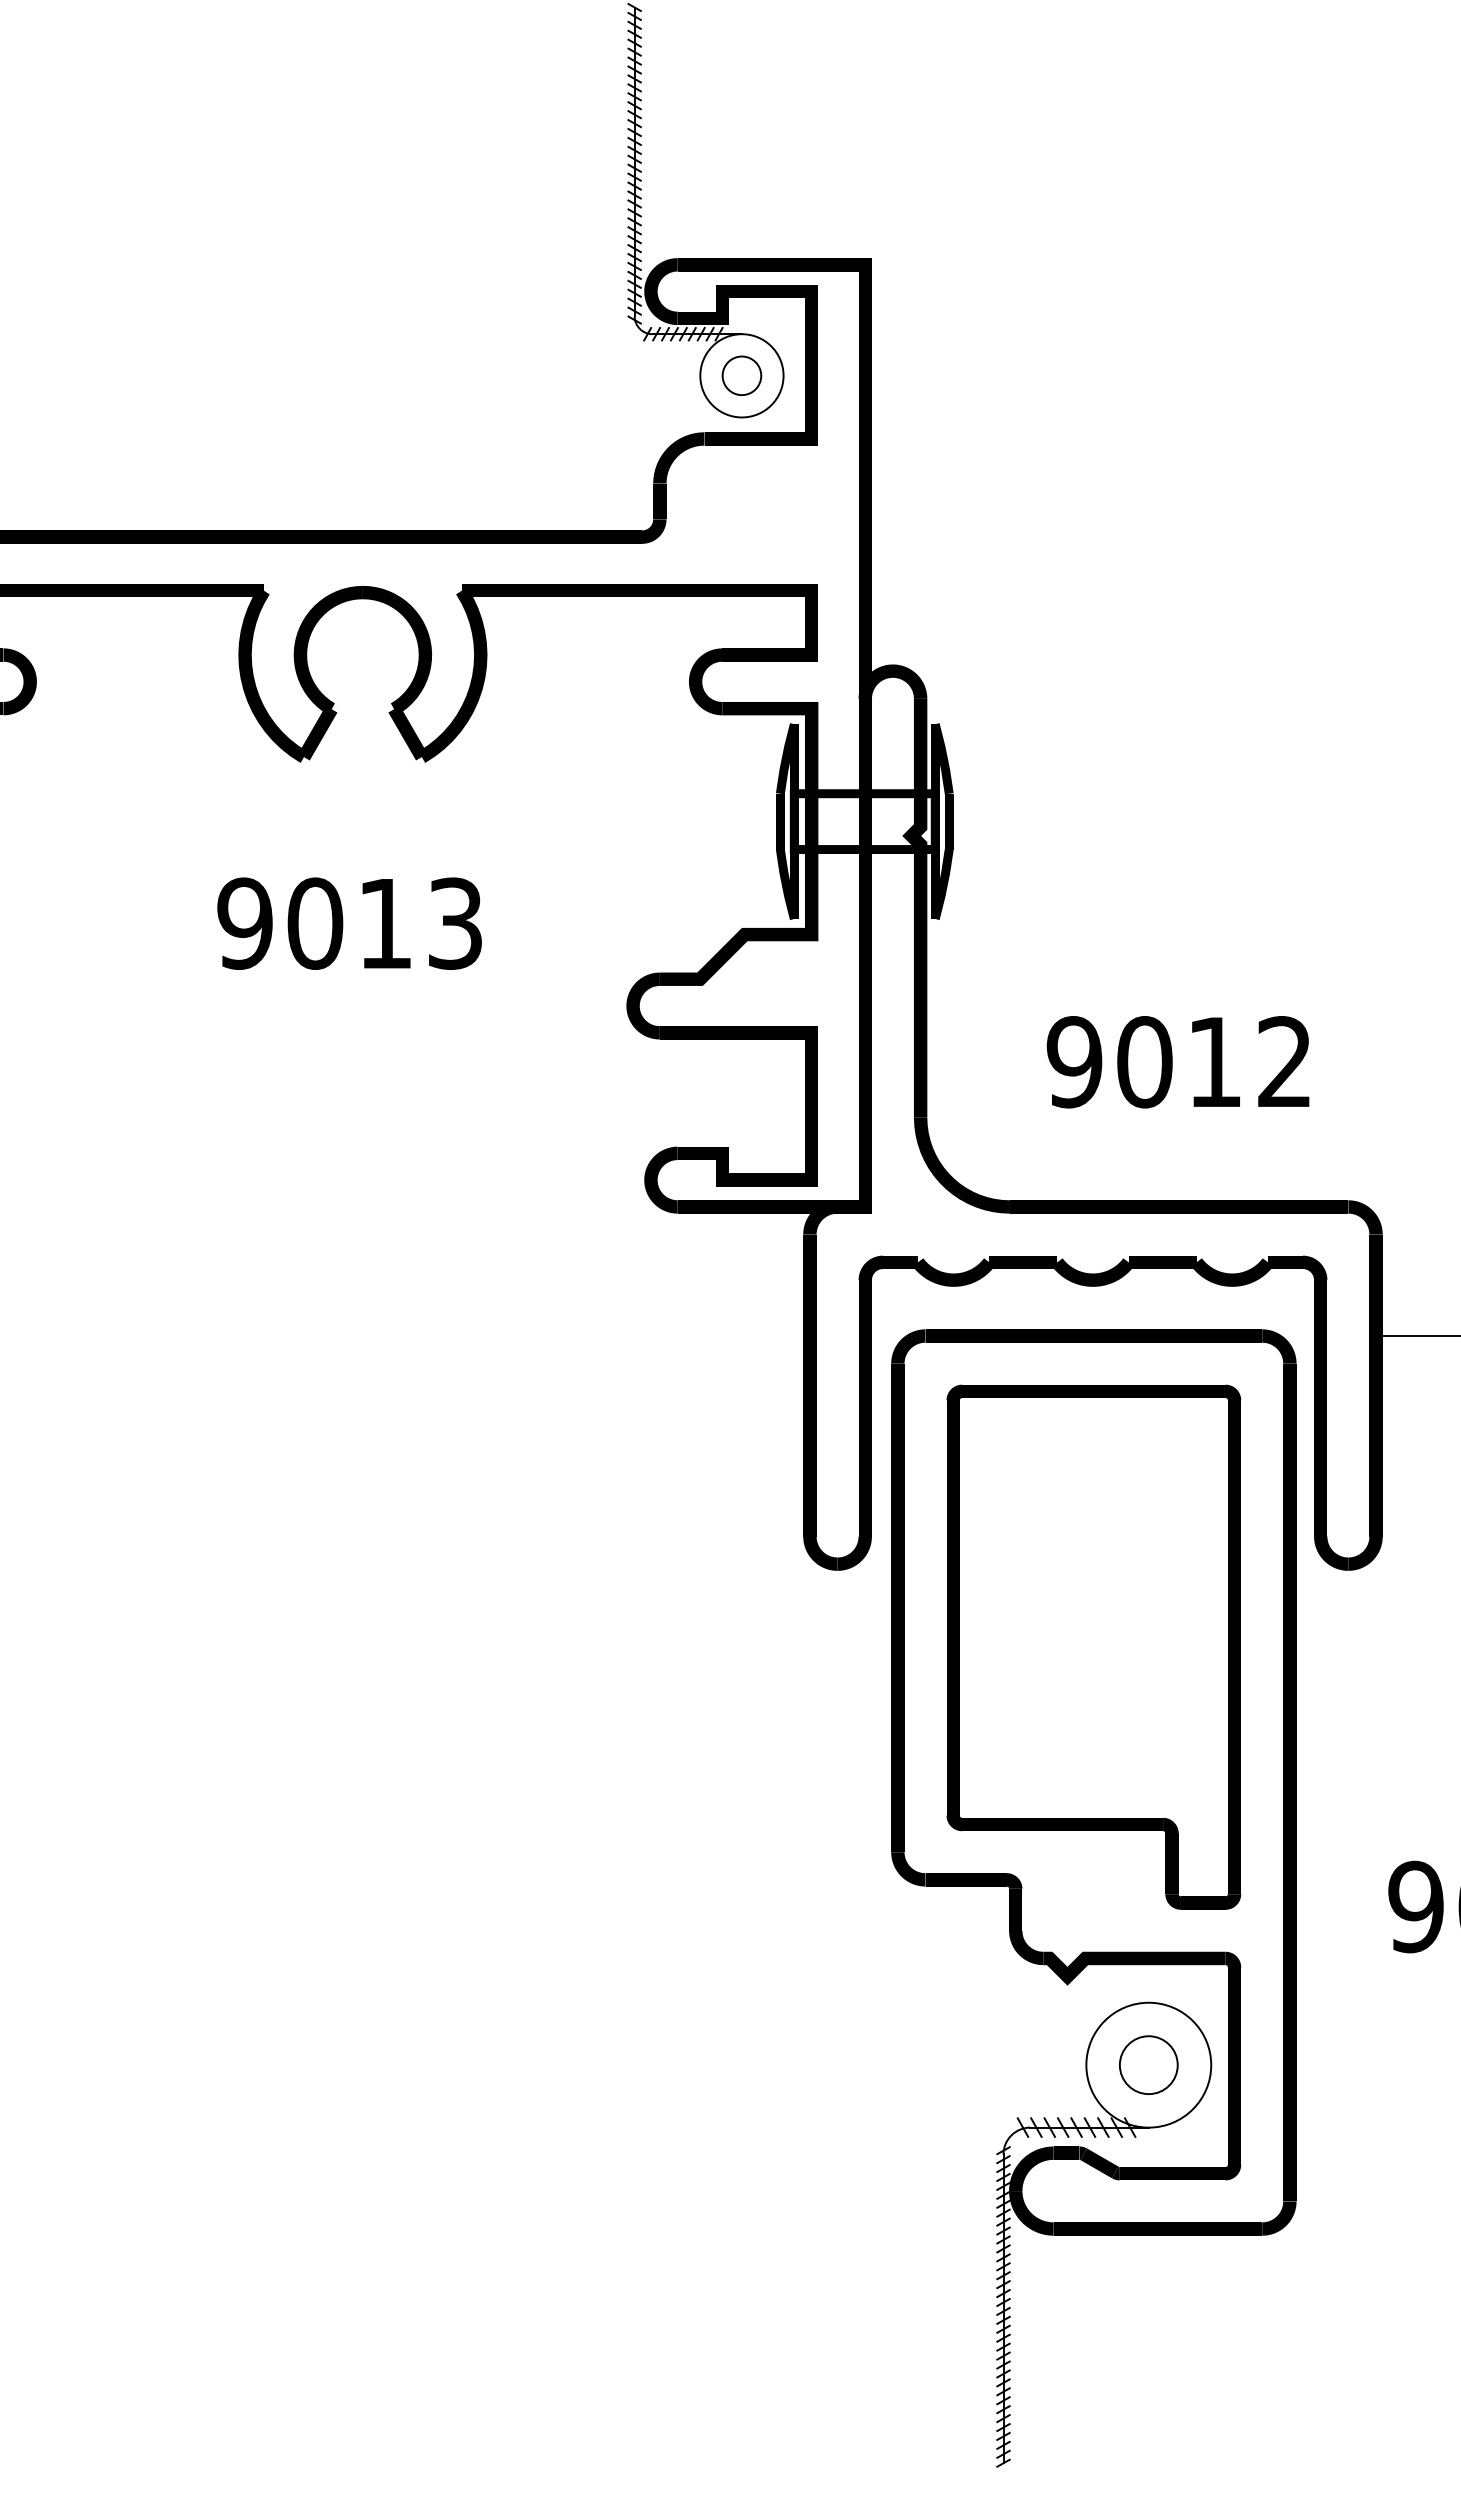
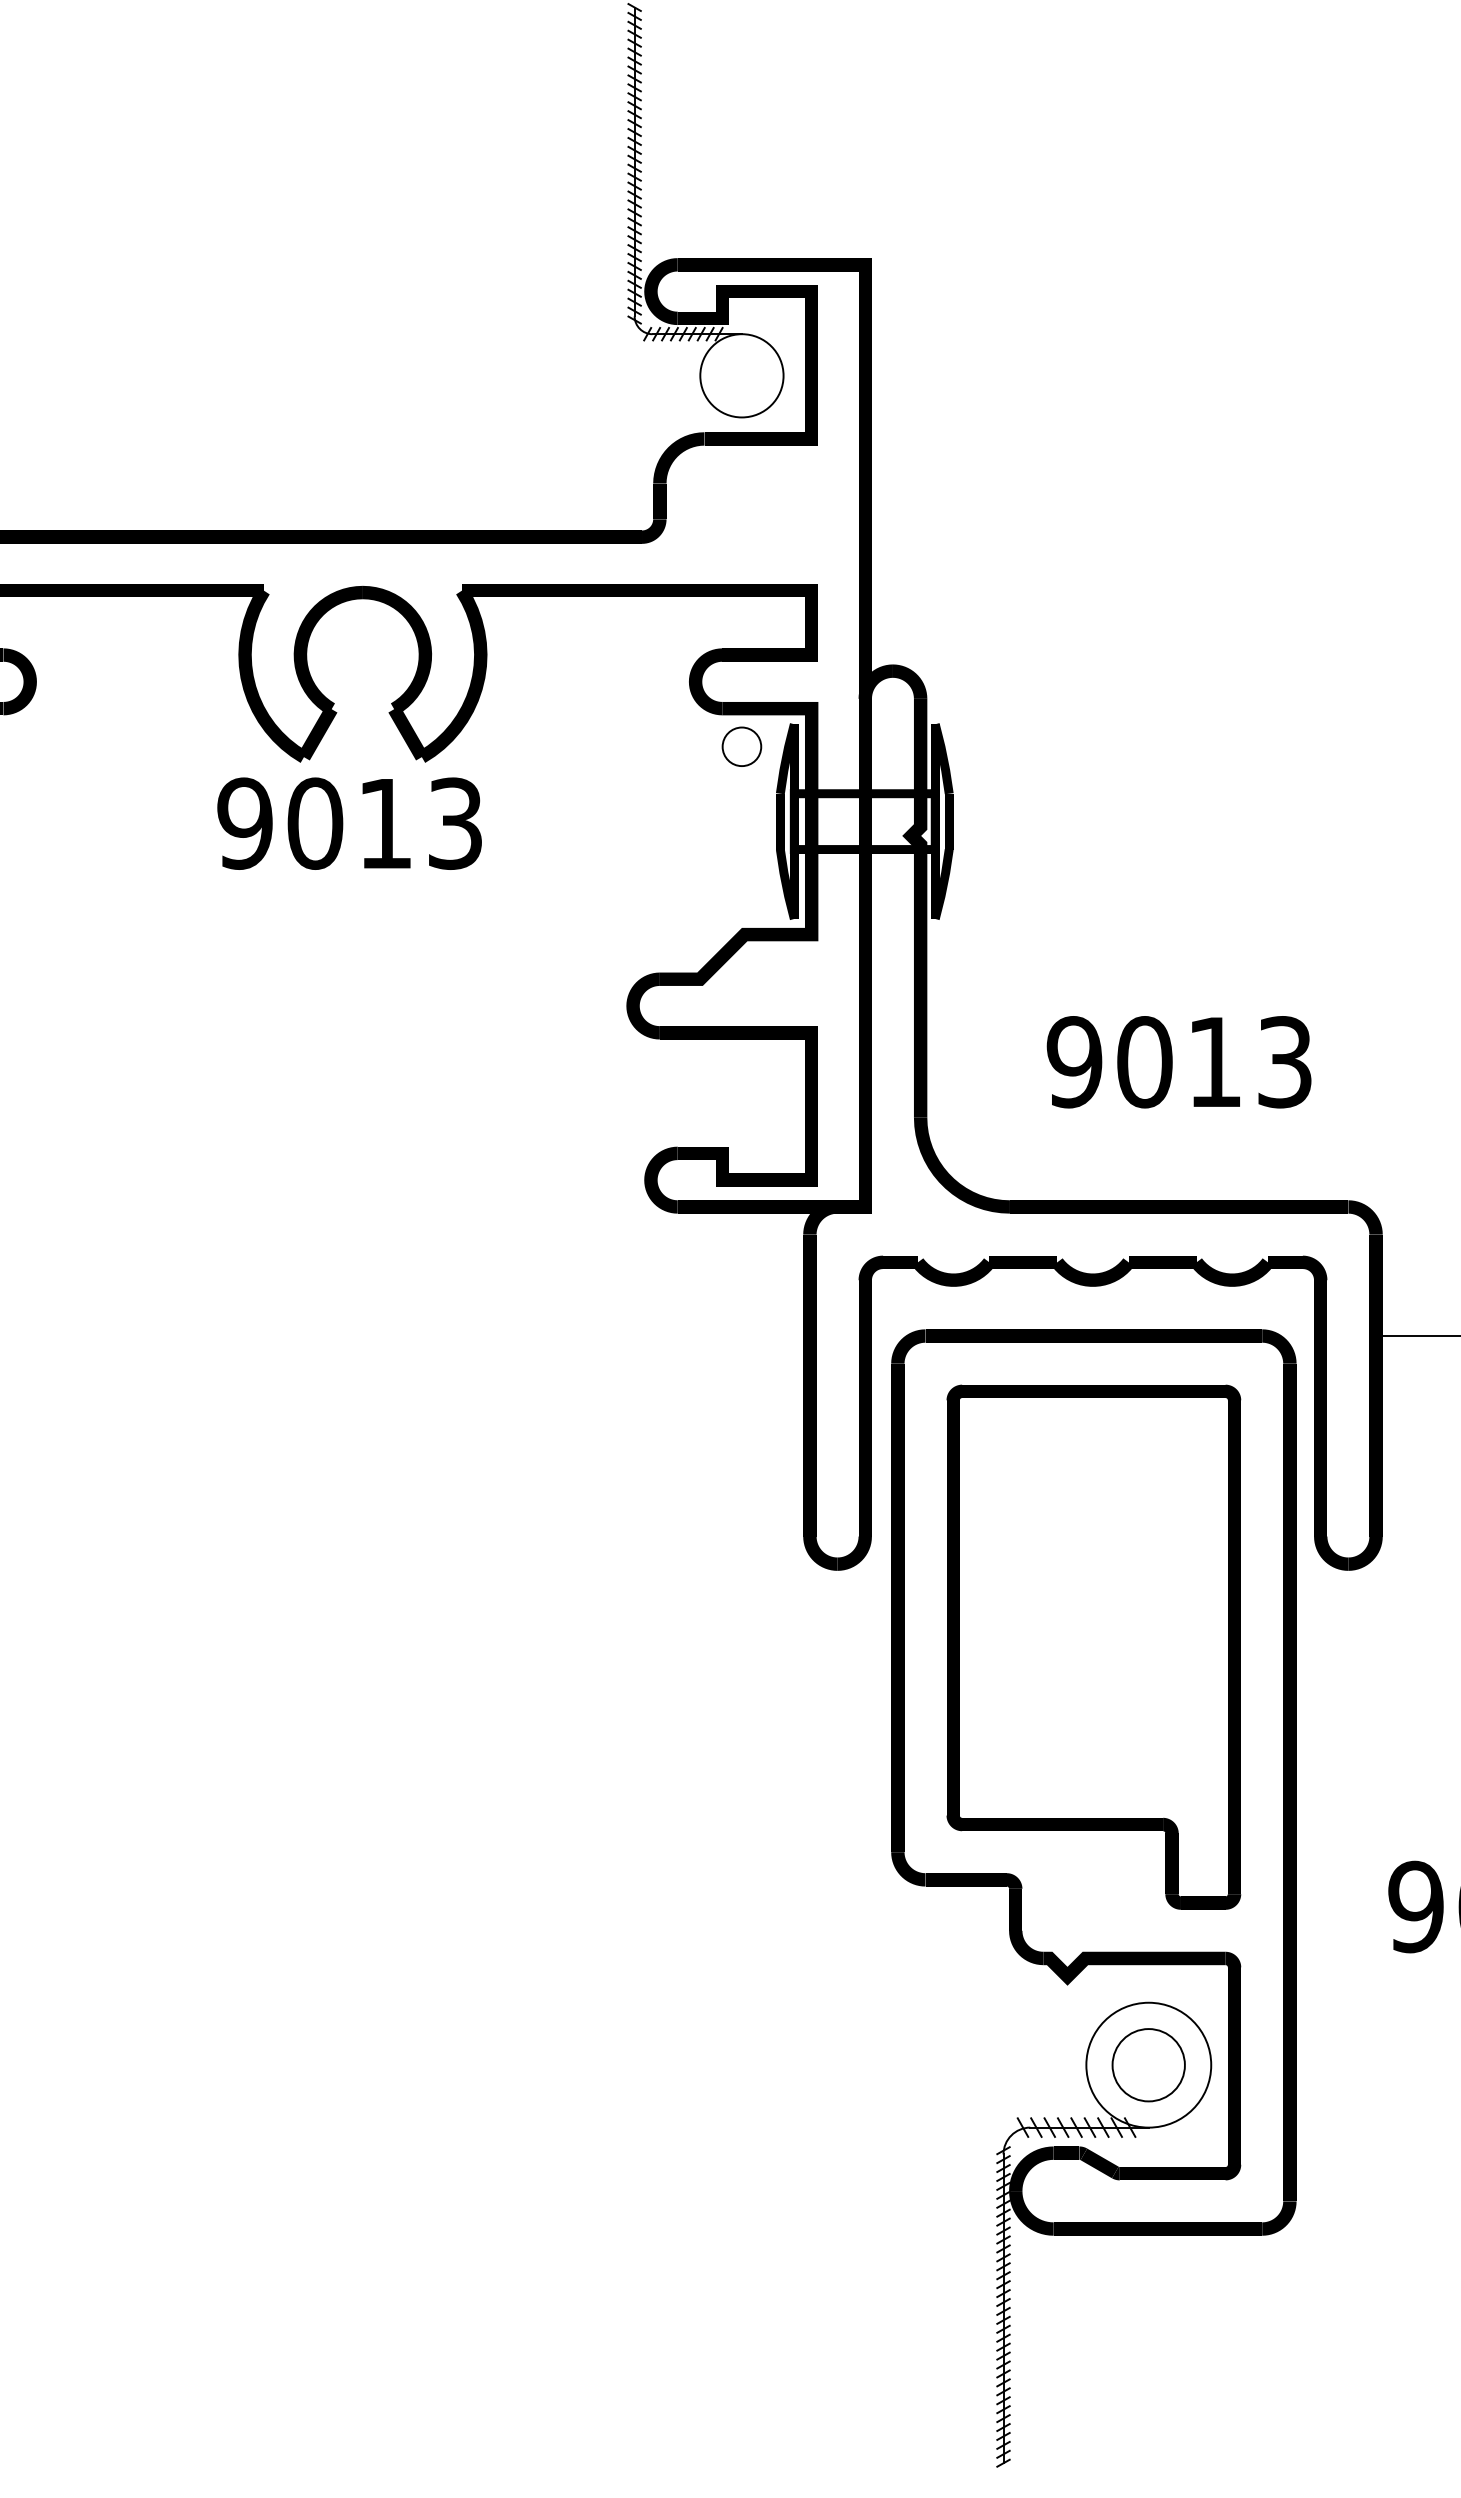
circle at (741, 375) position: (741, 375) -> (741, 746)
text at (349, 923) position: (349, 923) -> (349, 823)
text at (1284, 1062): 9012 -> 9013
circle at (1148, 2064) size: 60x60 px -> 75x75 px
